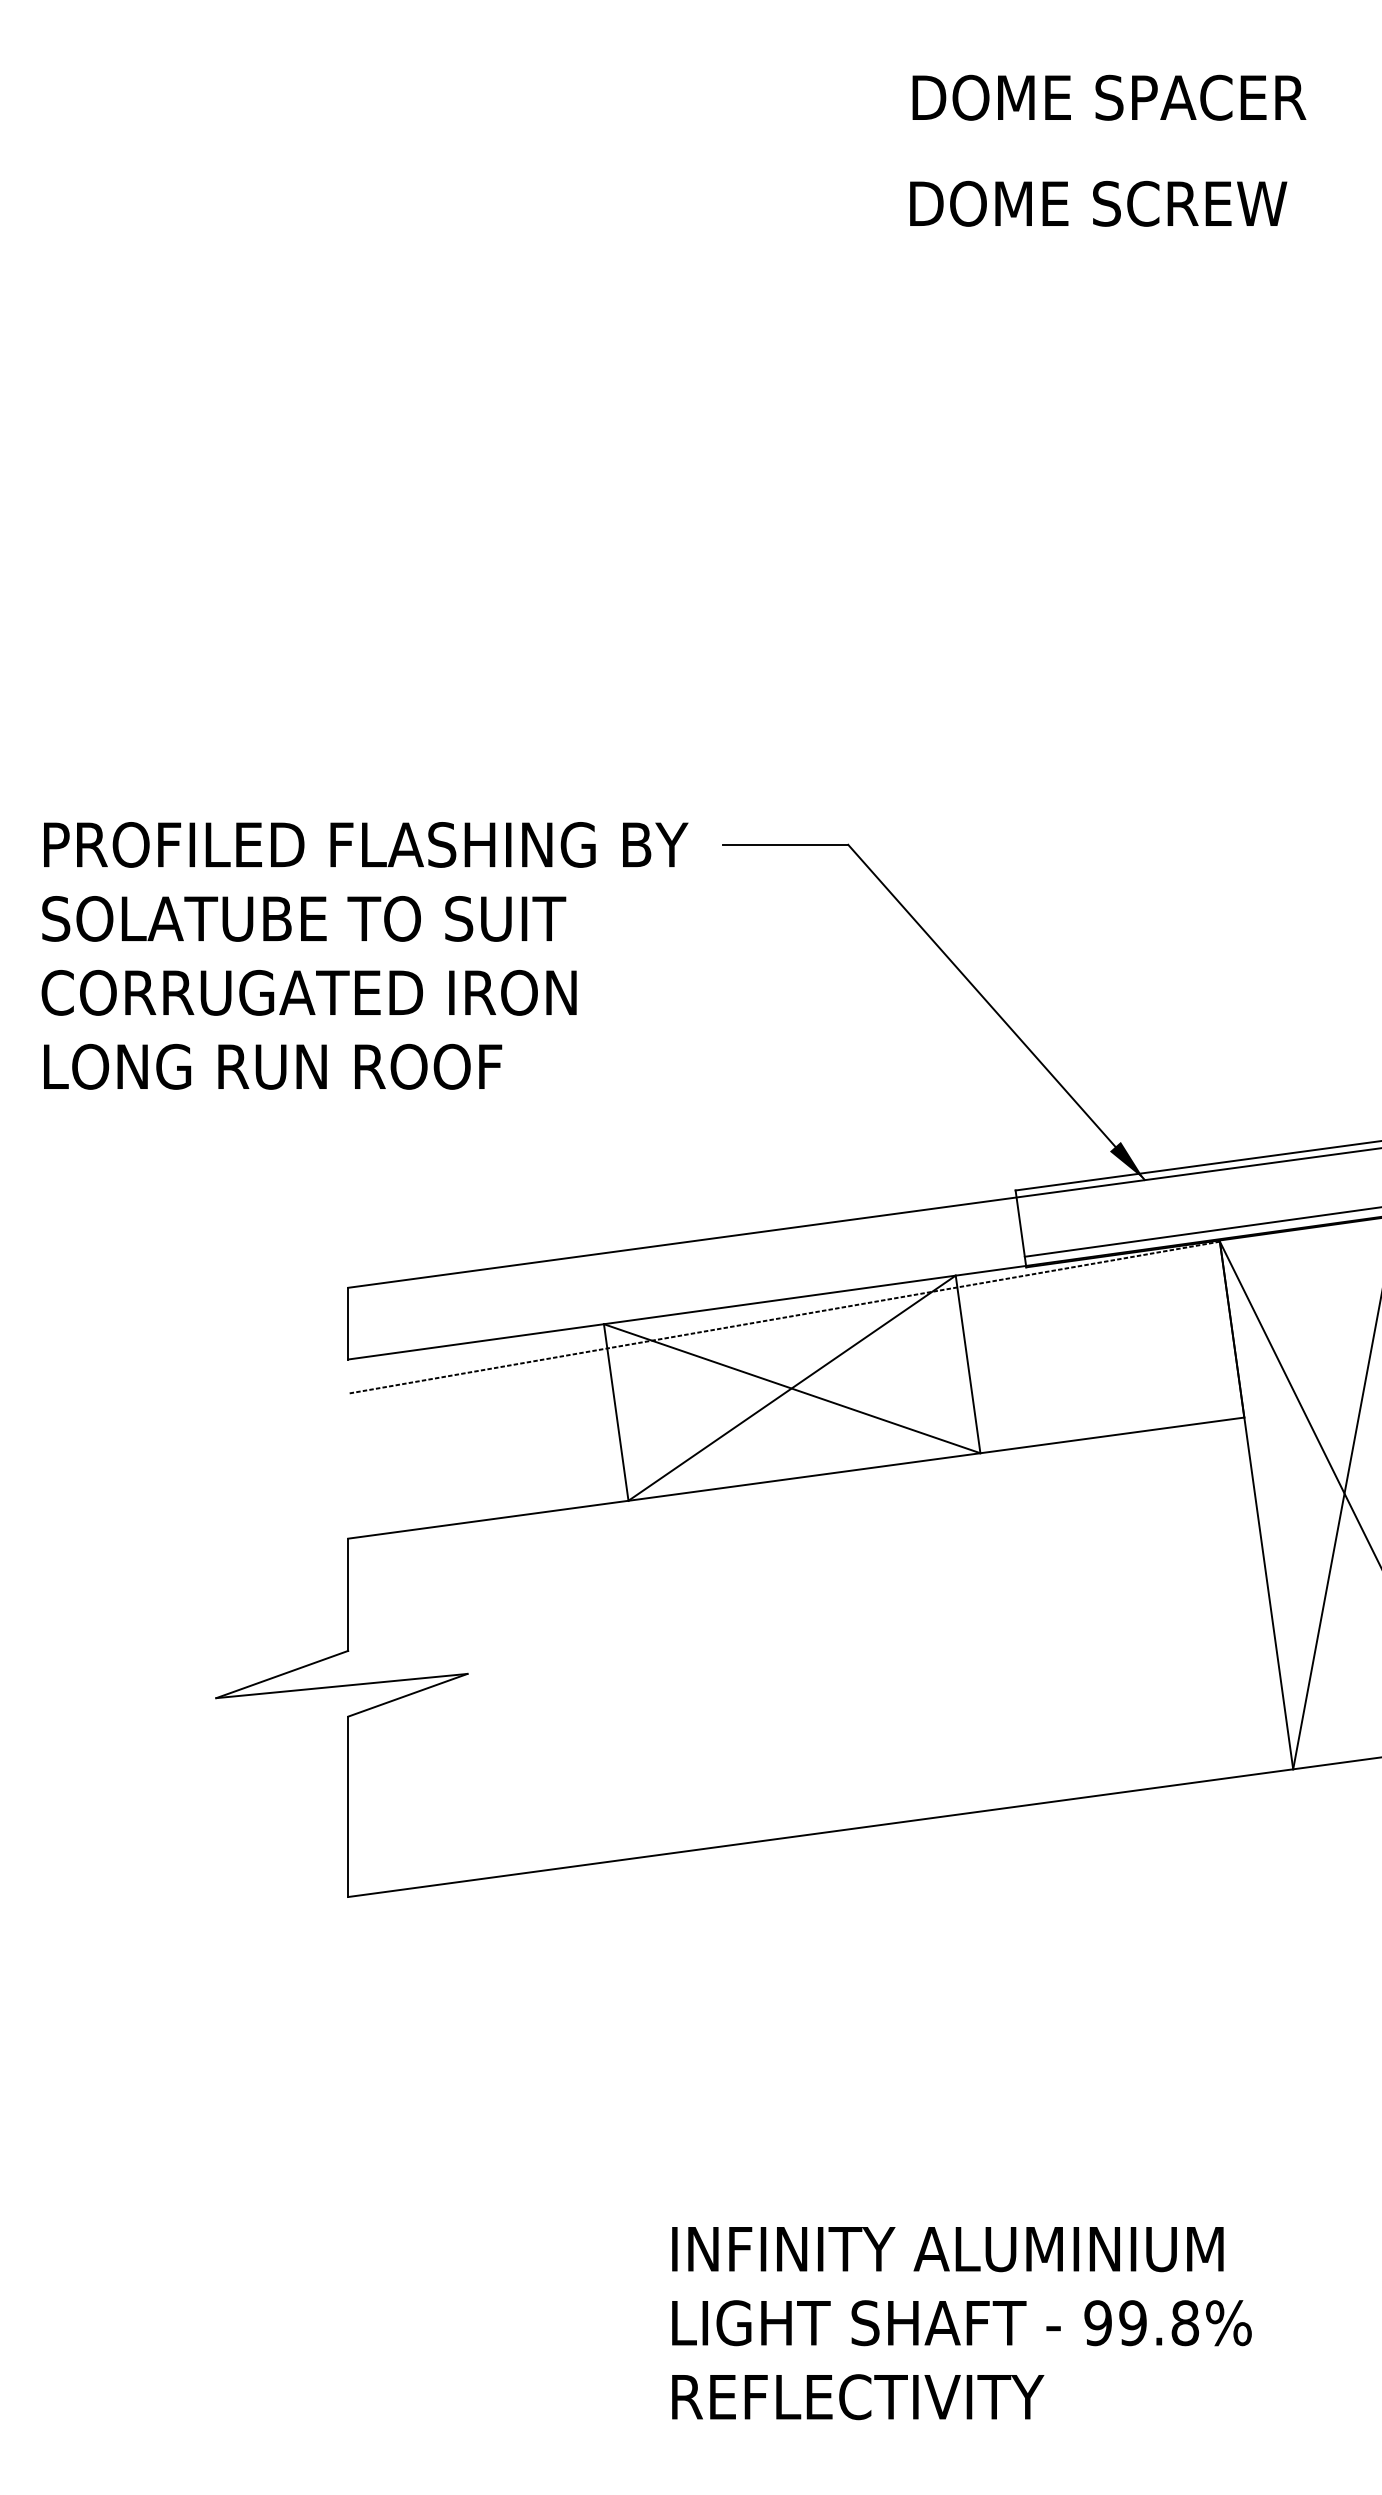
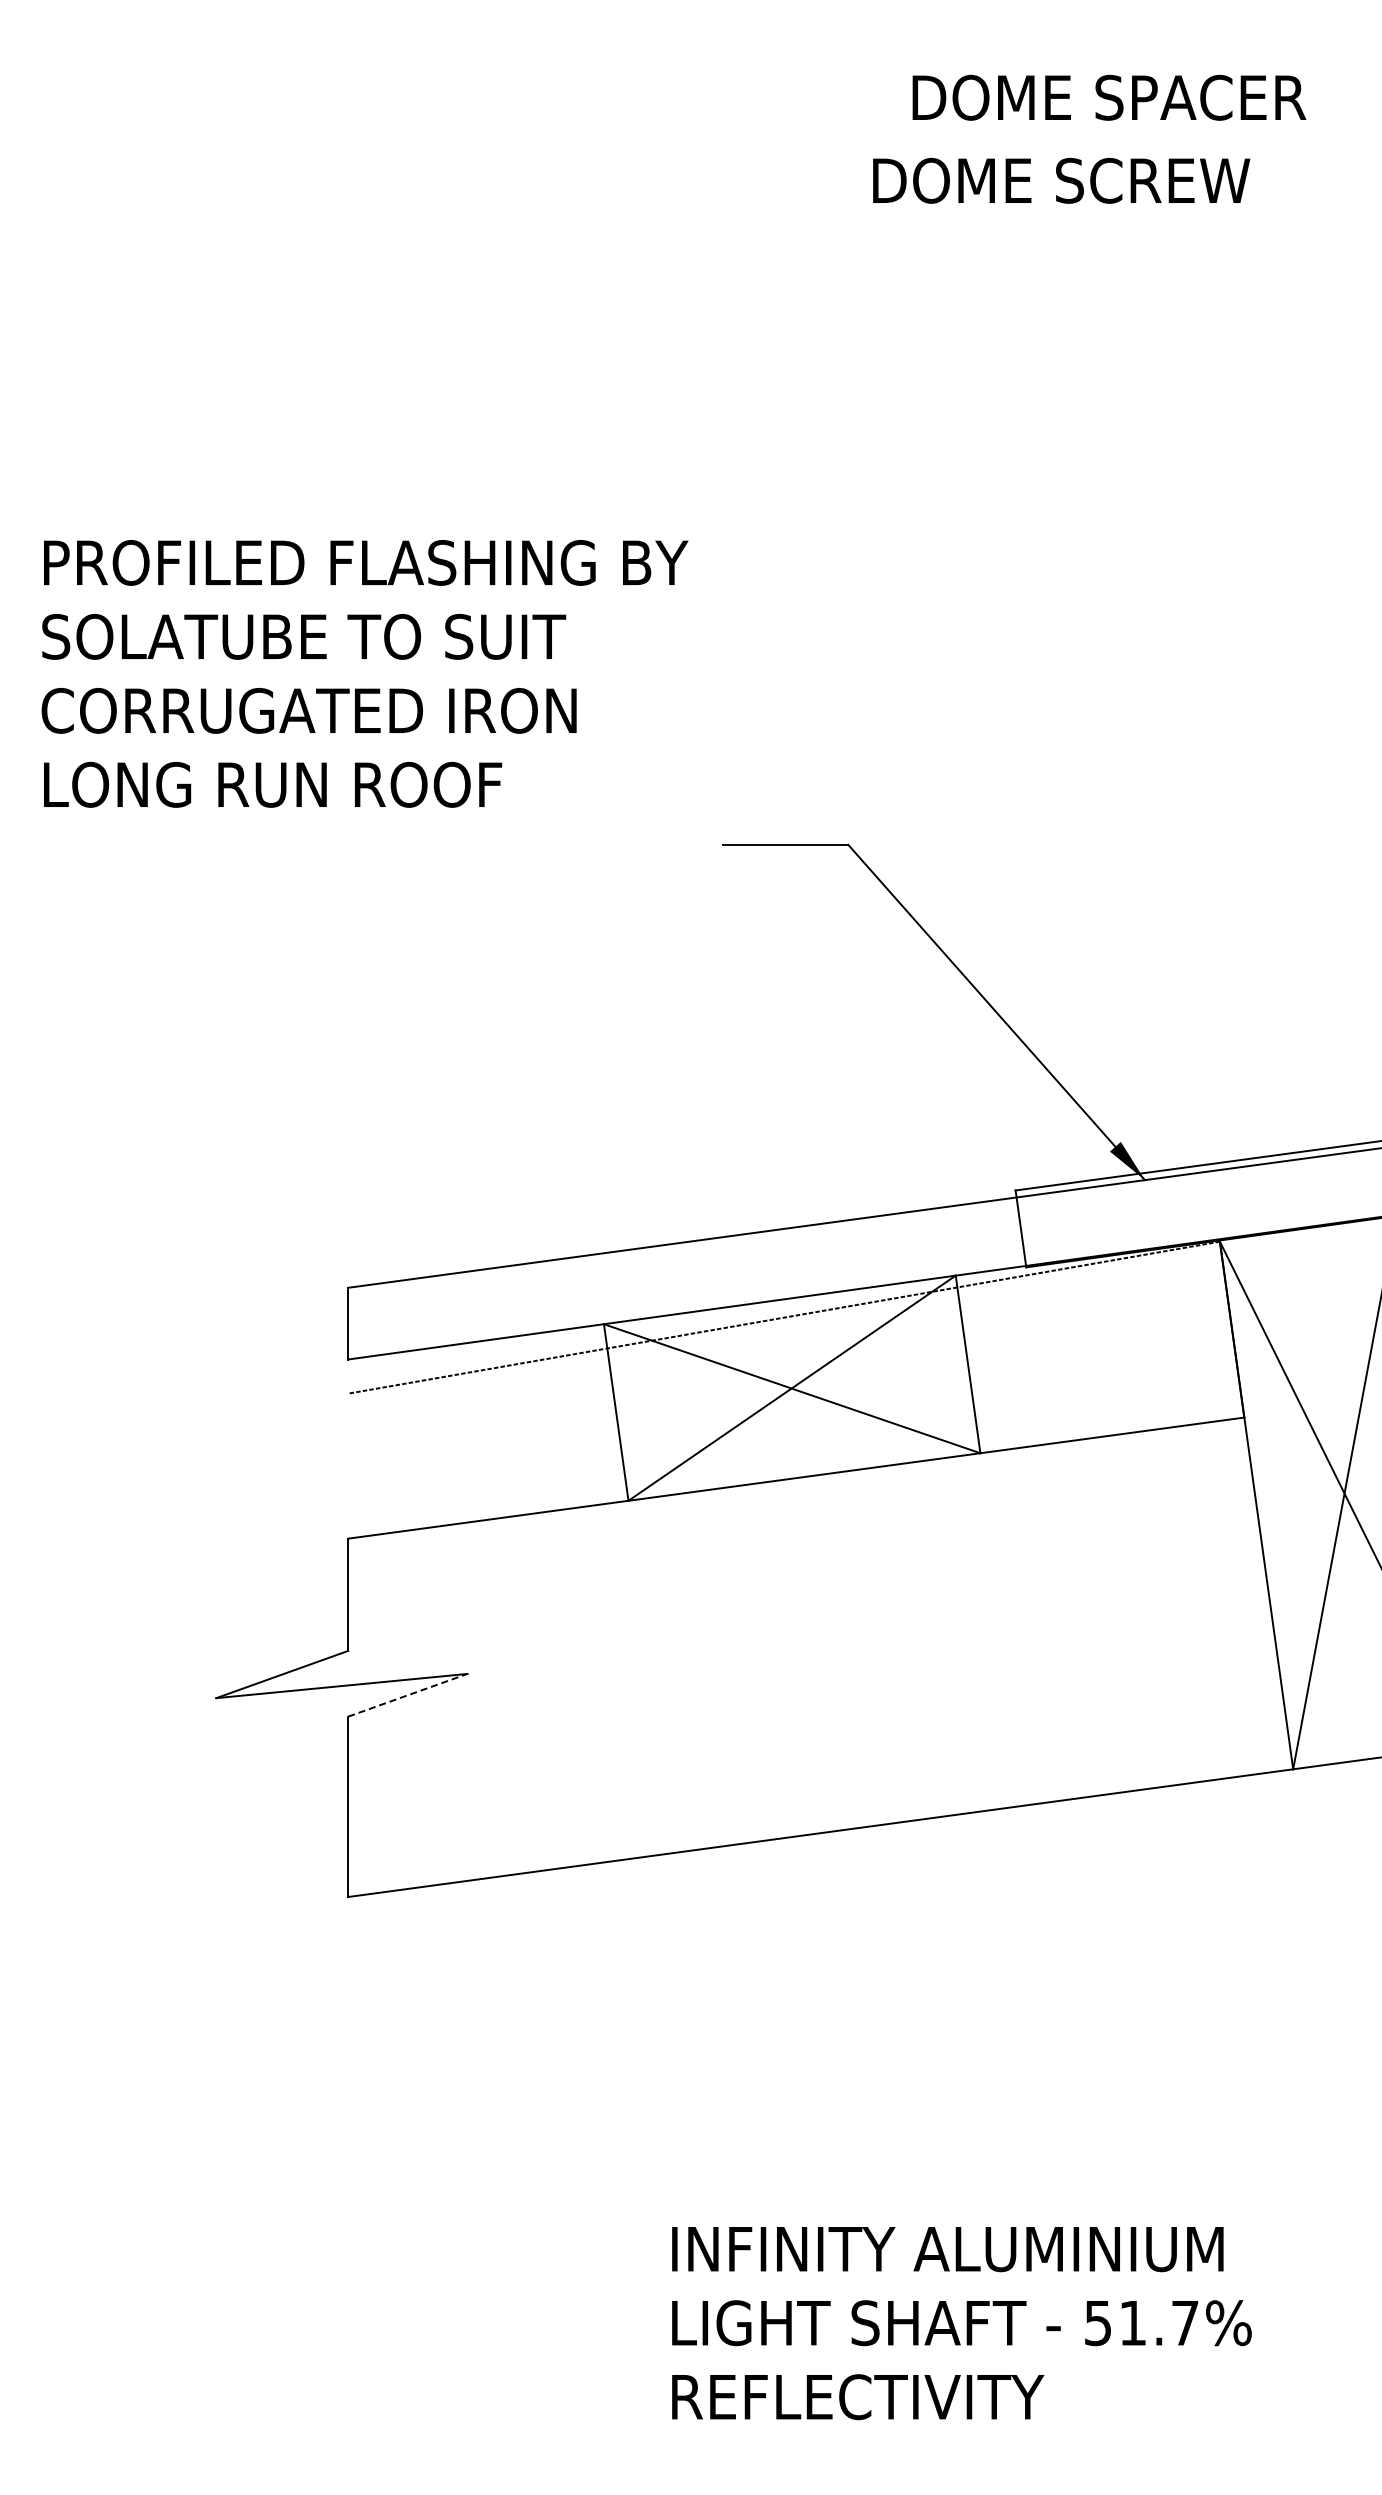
text at (1098, 203) position: (1098, 203) -> (1061, 180)
text at (364, 955) position: (364, 955) -> (364, 673)
line at (1201, 1231): present -> none
line at (408, 1695): solid -> dashed
text at (1141, 2323): 99.8% -> 51.7%
